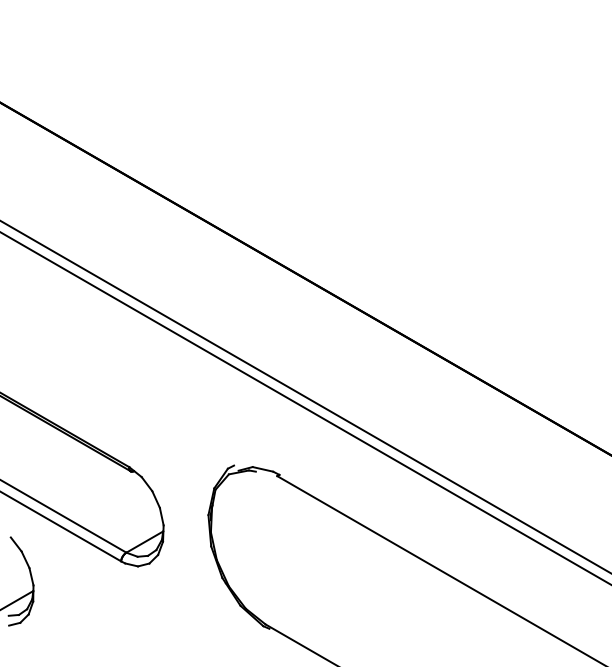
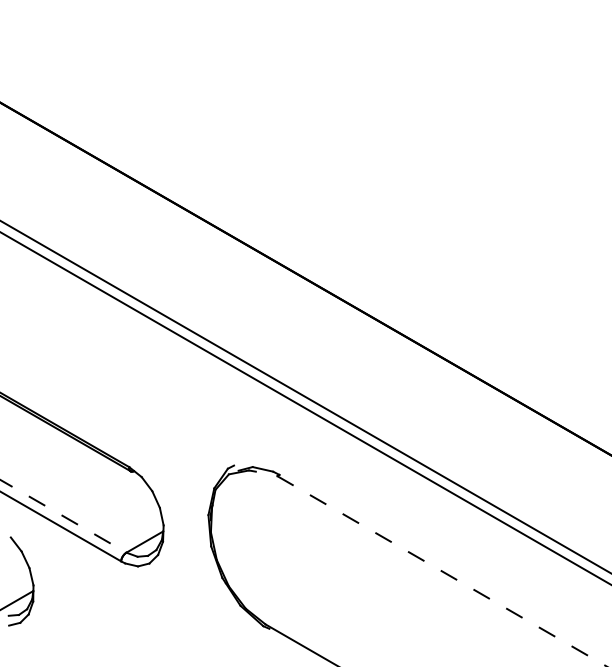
line at (63, 516): solid -> dashed
line at (442, 571): solid -> dashed
